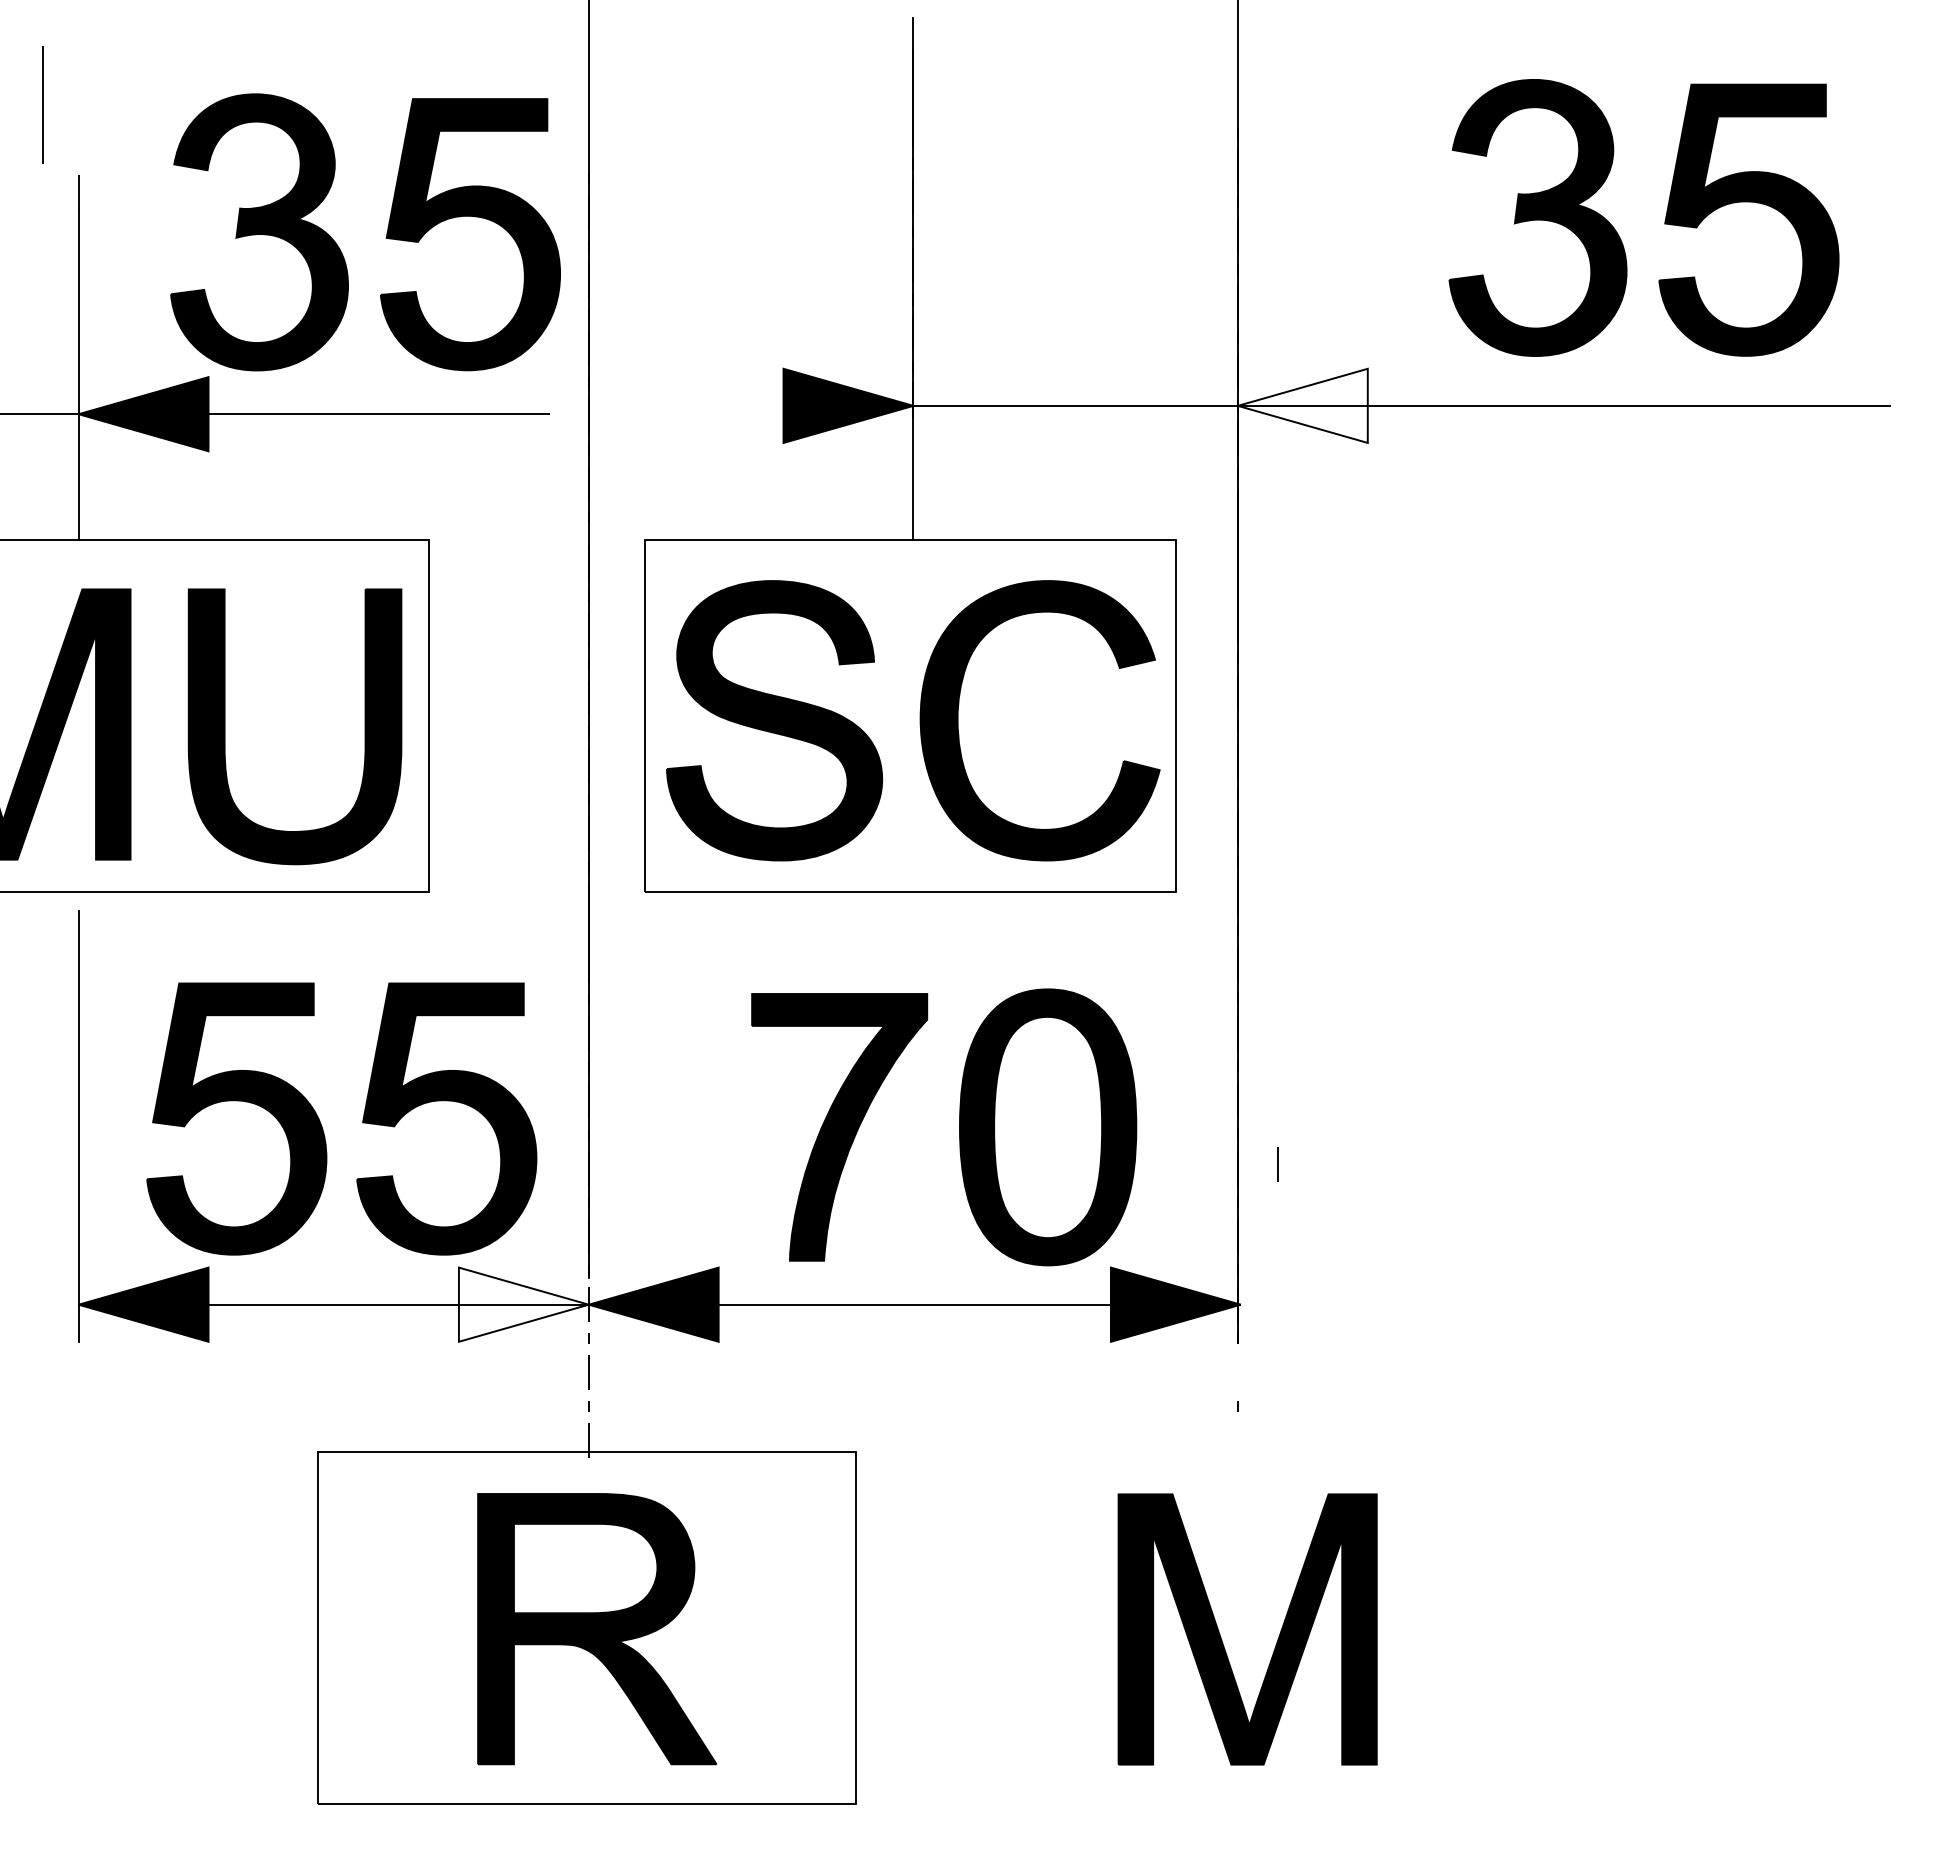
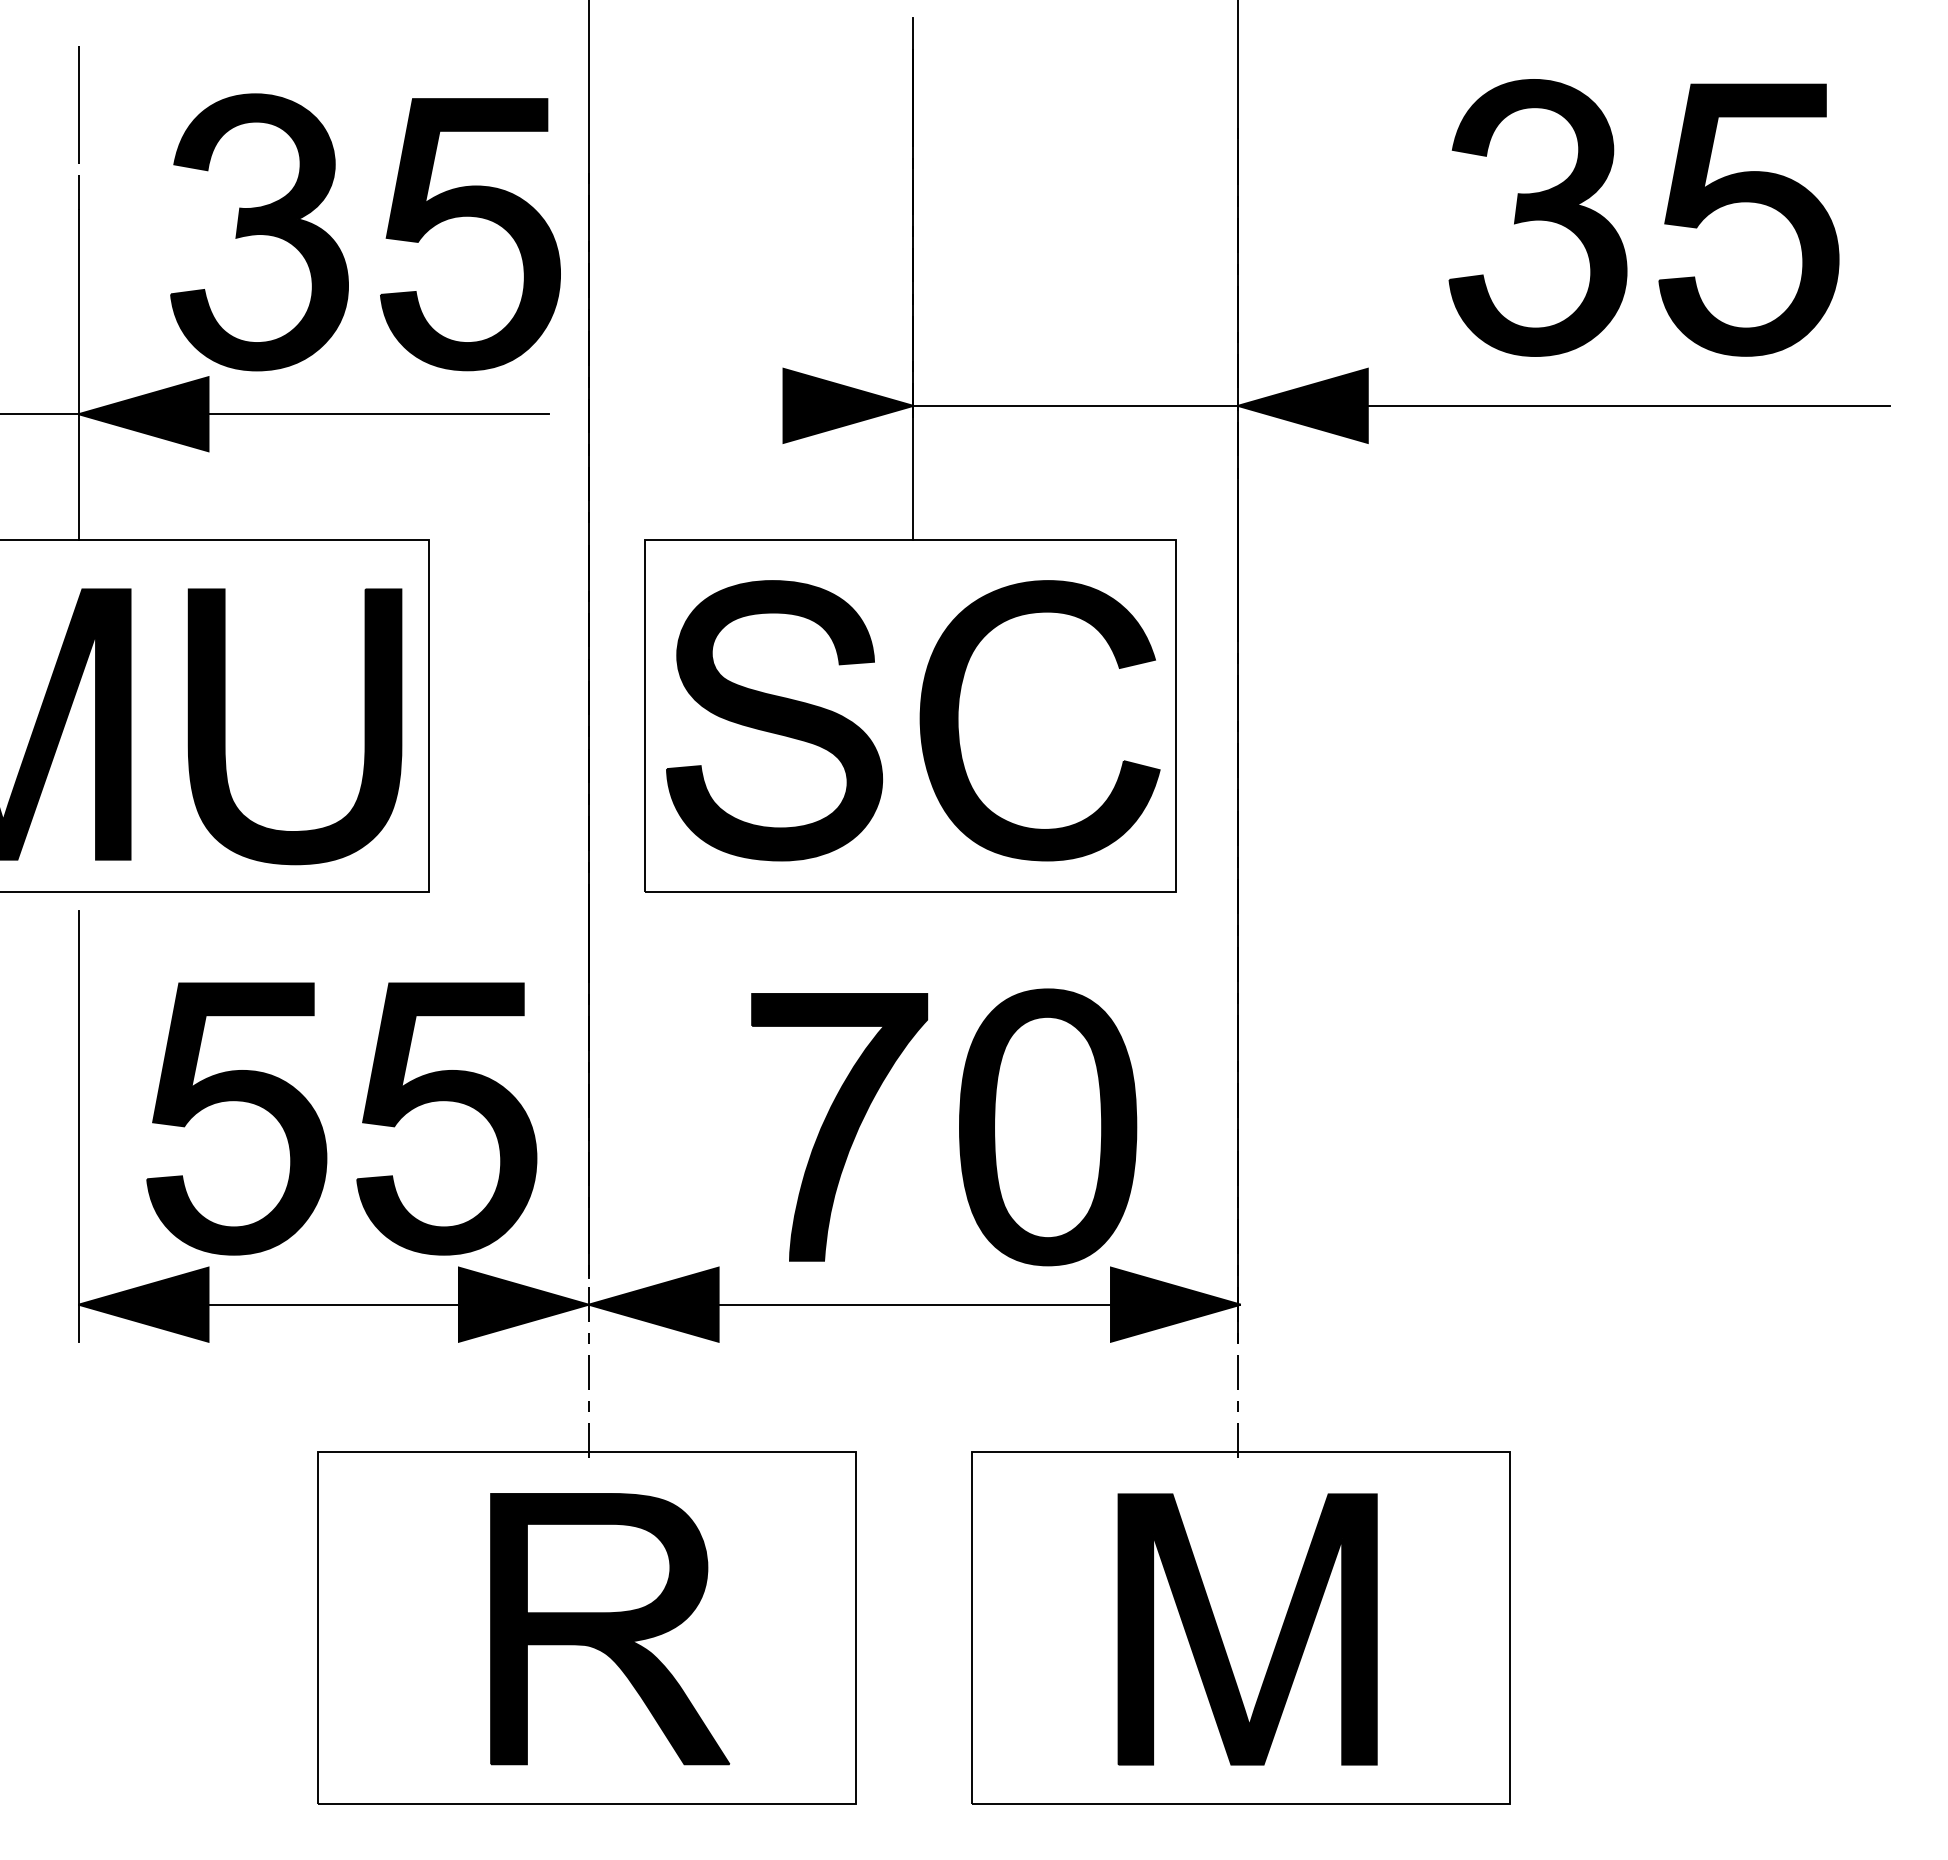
line at (42, 104) position: (42, 104) -> (78, 104)
fill at (1302, 405): none -> present
line at (1277, 1164) position: (1277, 1164) -> (1237, 1372)
fill at (523, 1304): none -> present
part at (1240, 1613): none -> present
part at (597, 1629) position: (597, 1629) -> (610, 1629)
